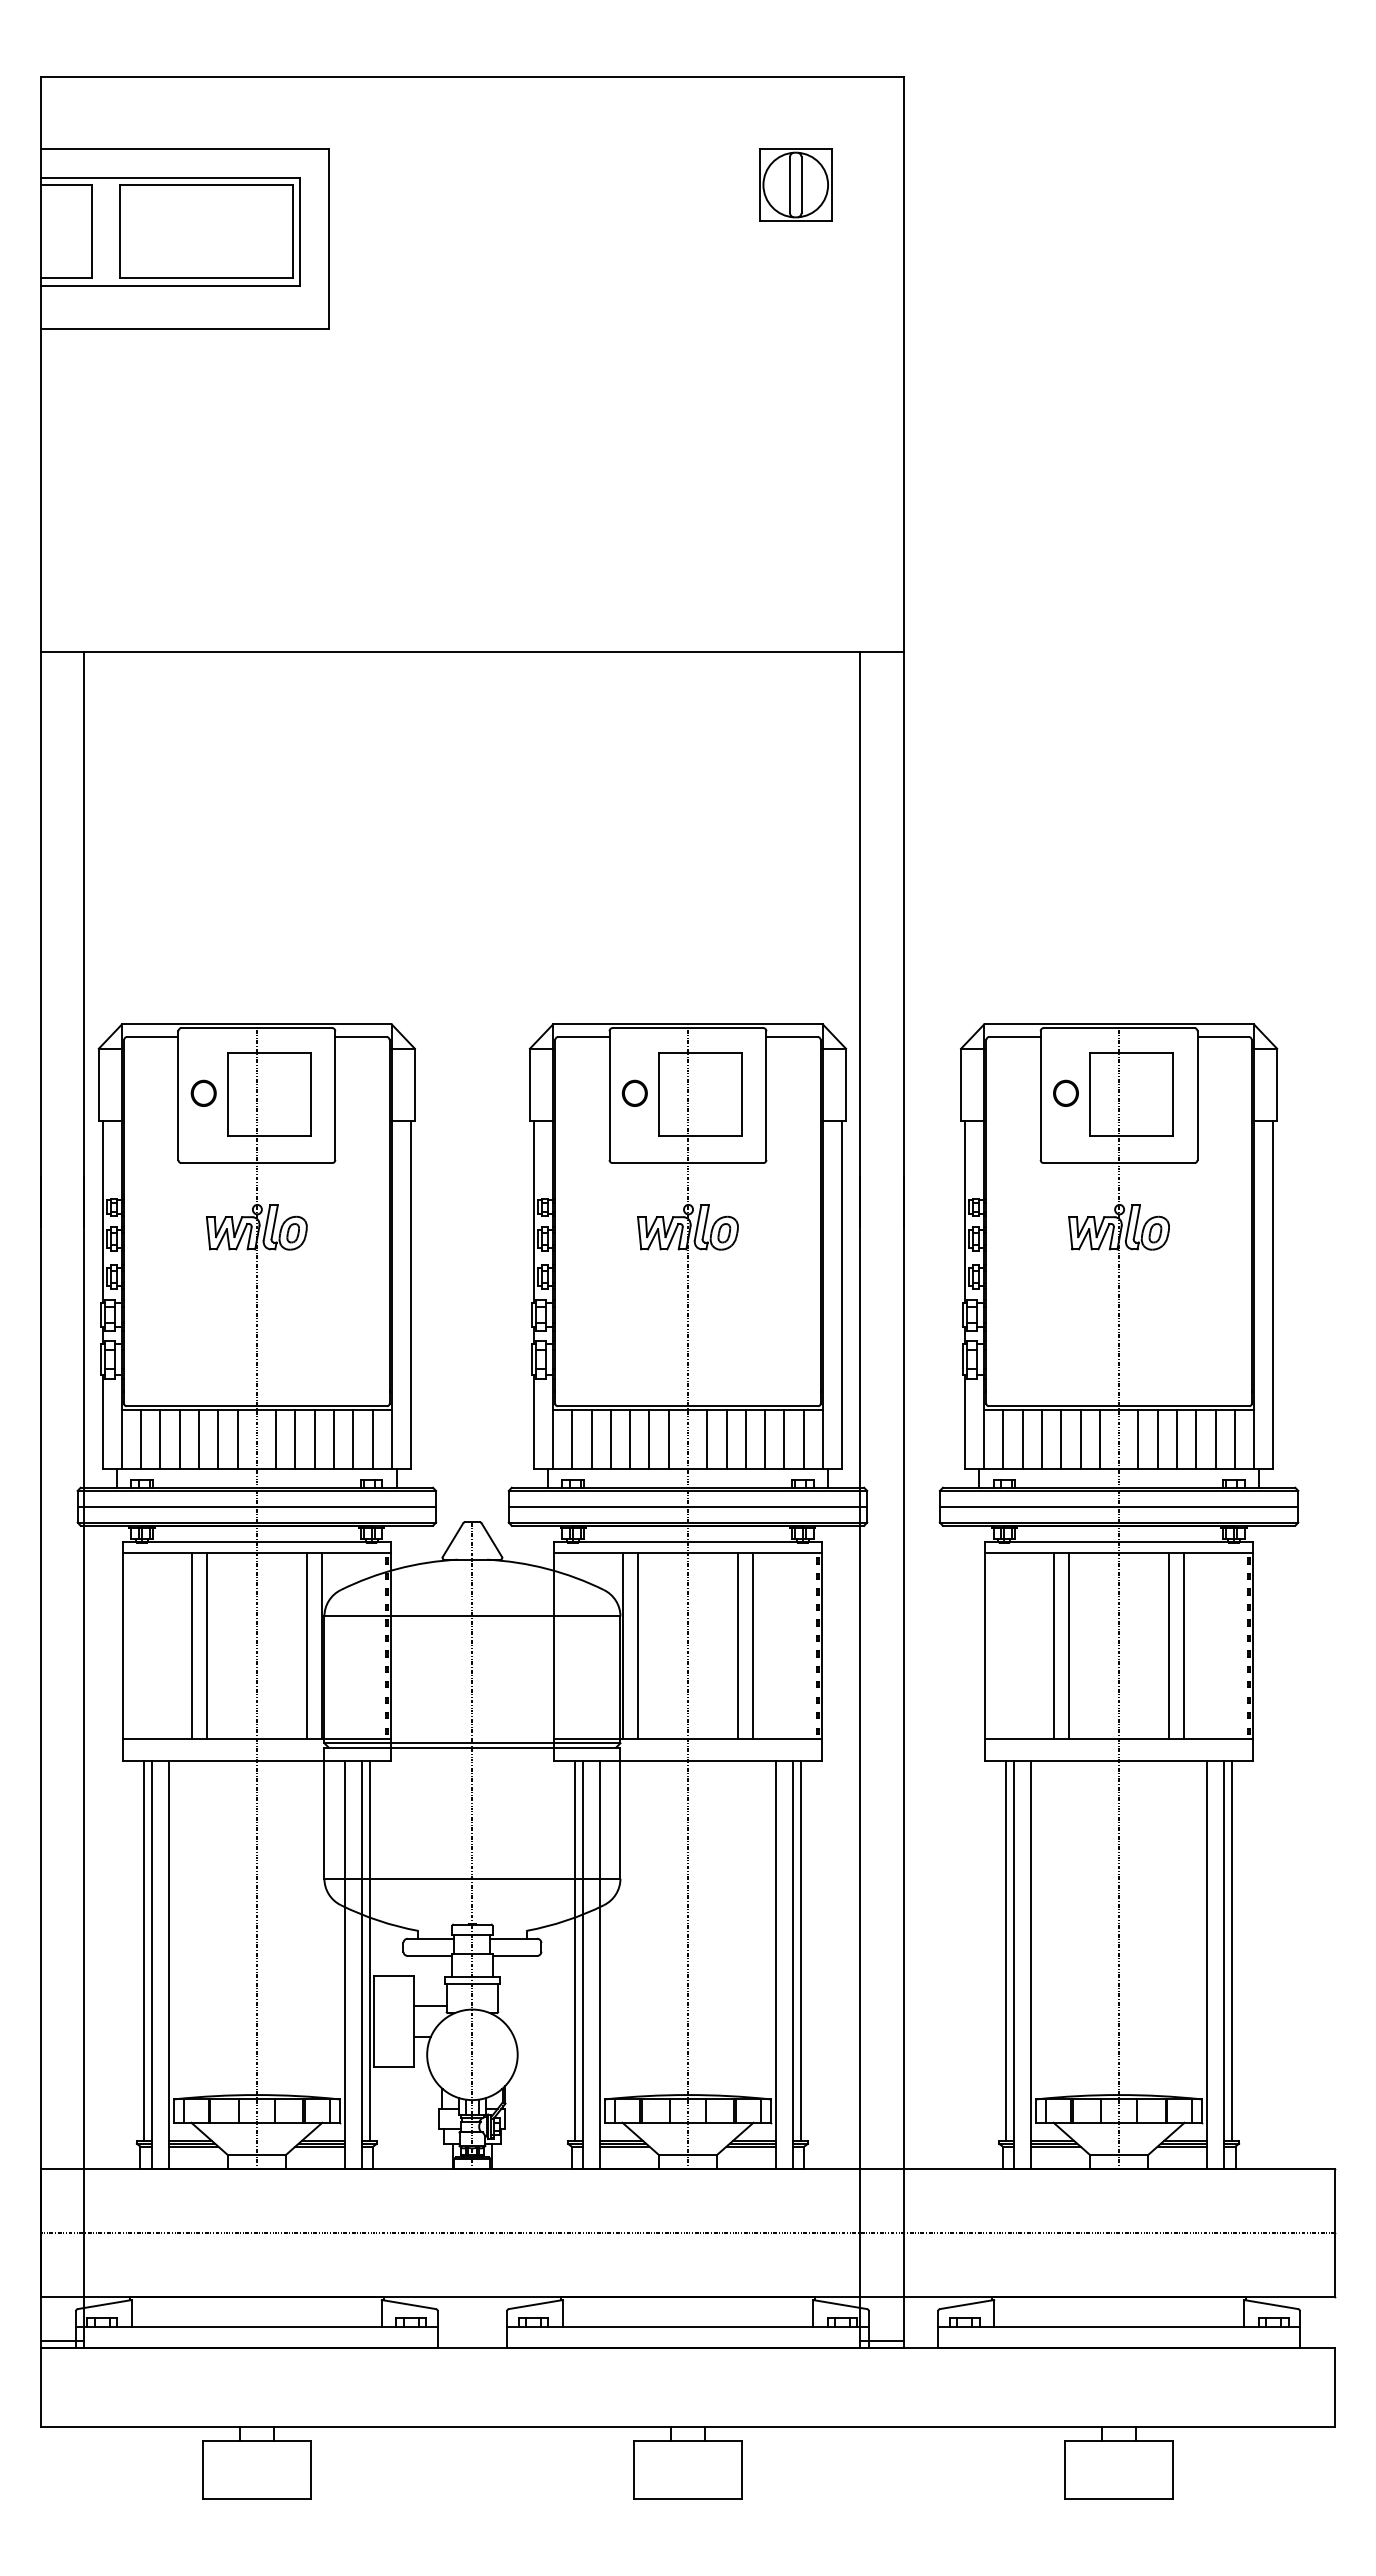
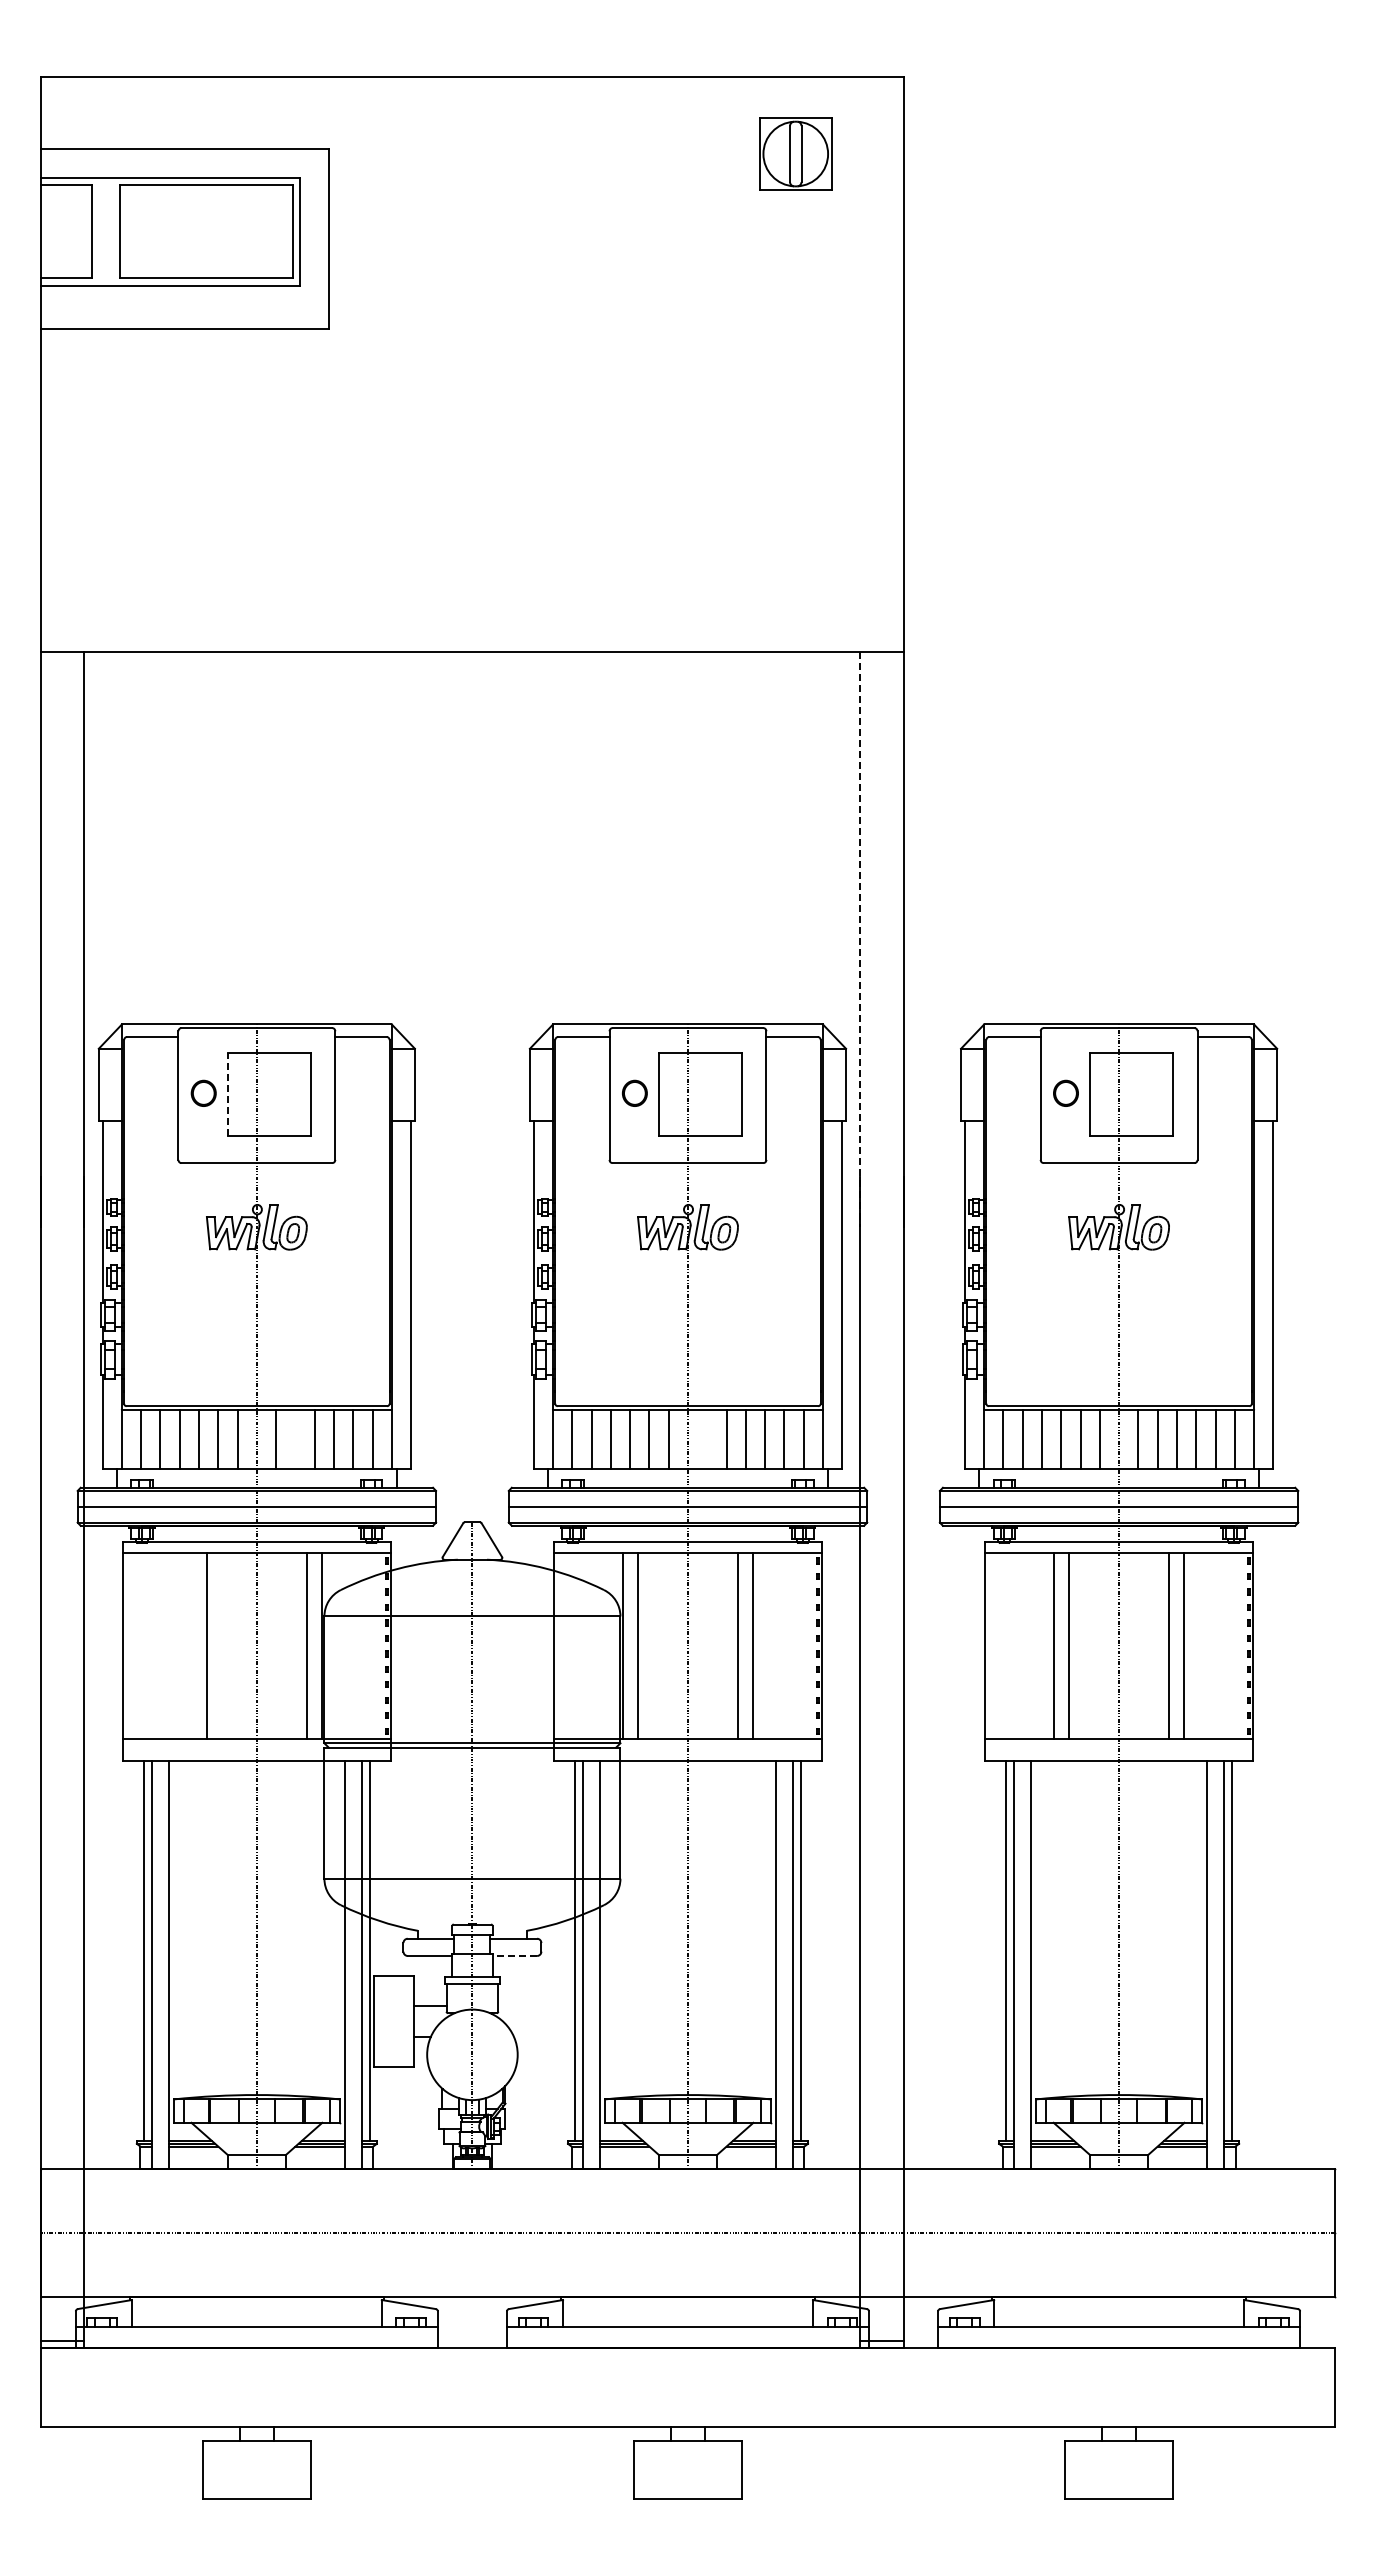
part at (795, 184) position: (795, 184) -> (795, 153)
line at (860, 940): solid -> dashed
line at (227, 1094): solid -> dashed
line at (295, 1438): present -> none
line at (707, 1438): present -> none
line at (192, 1646): present -> none
line at (514, 1955): solid -> dashed
